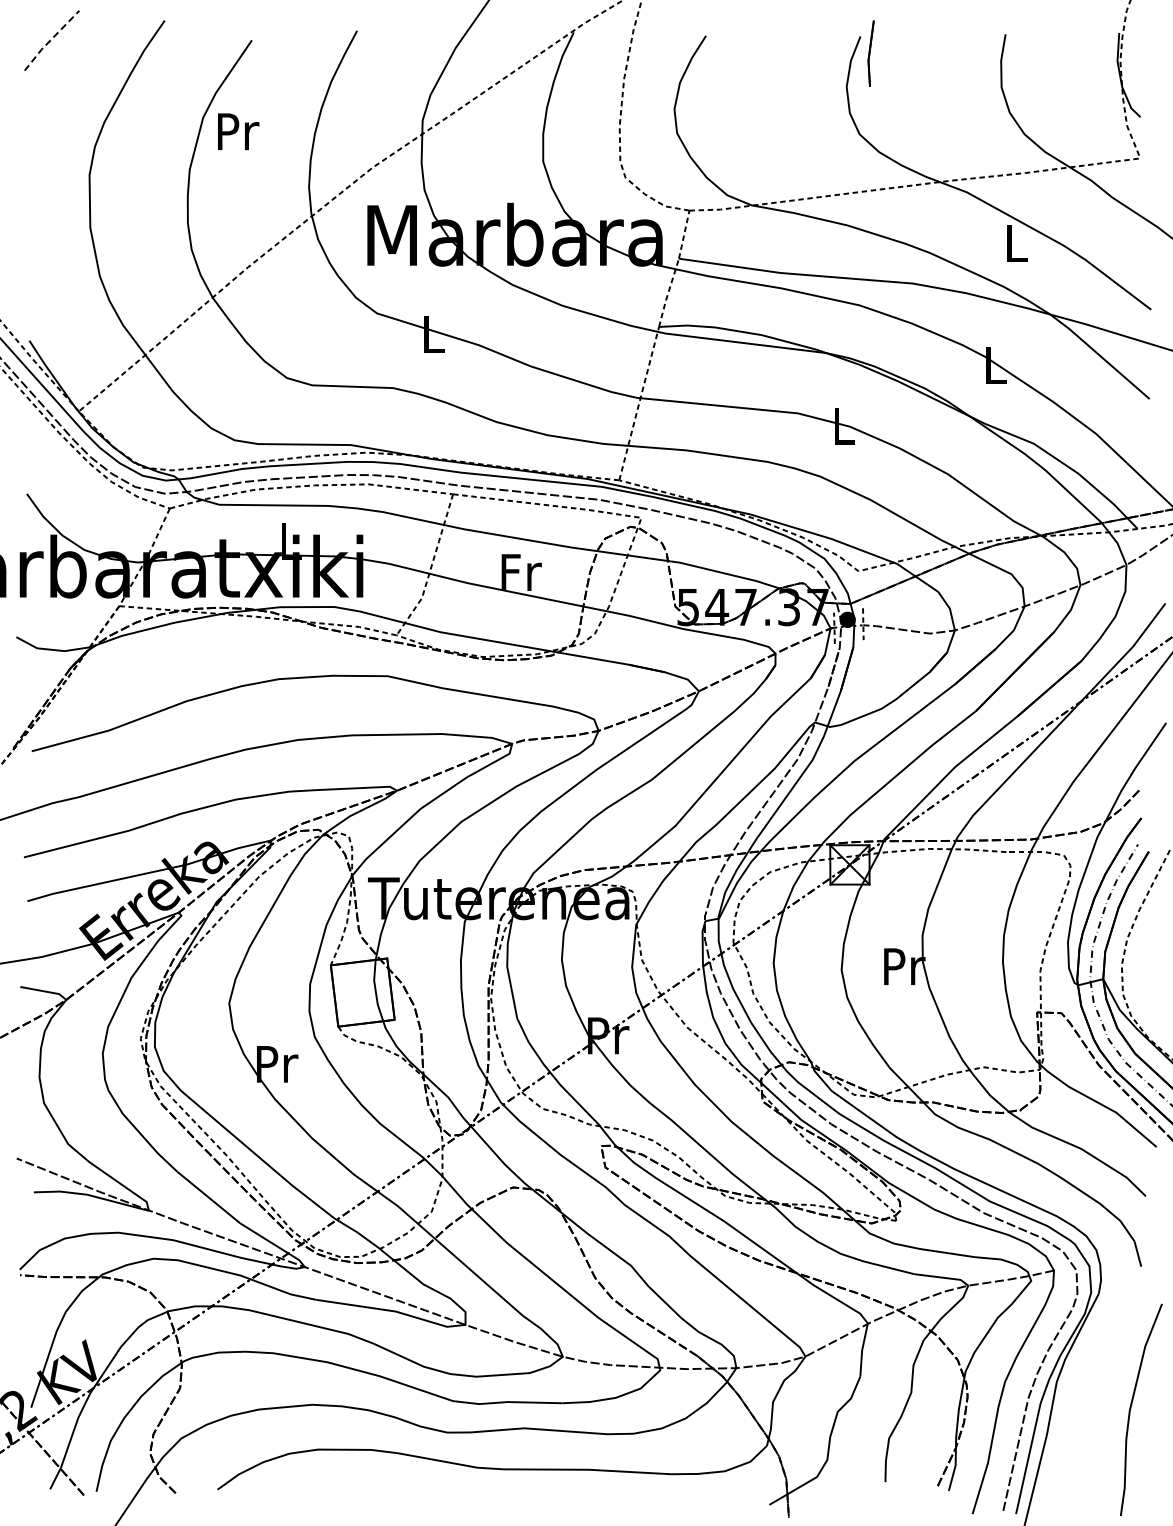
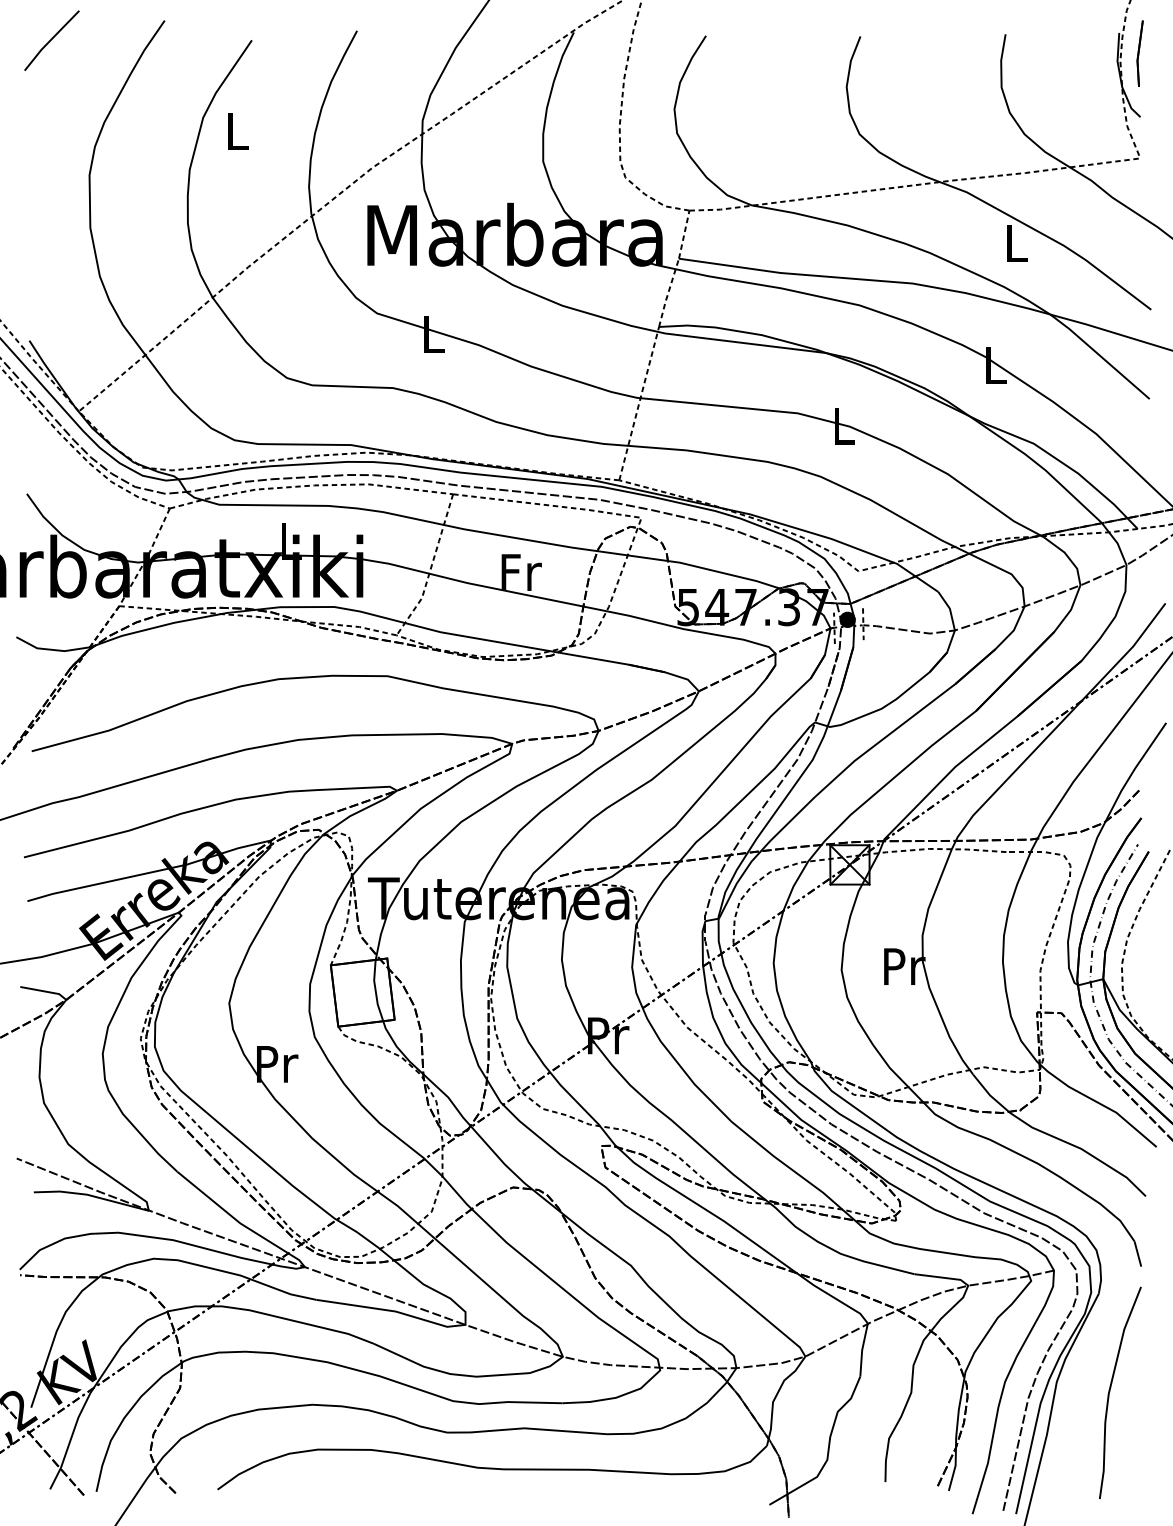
line at (50, 40): dashed -> solid
part at (870, 53) position: (870, 53) -> (1139, 53)
text at (238, 131): Pr -> L
curve at (1131, 1408) position: (1131, 1408) -> (1110, 1391)
